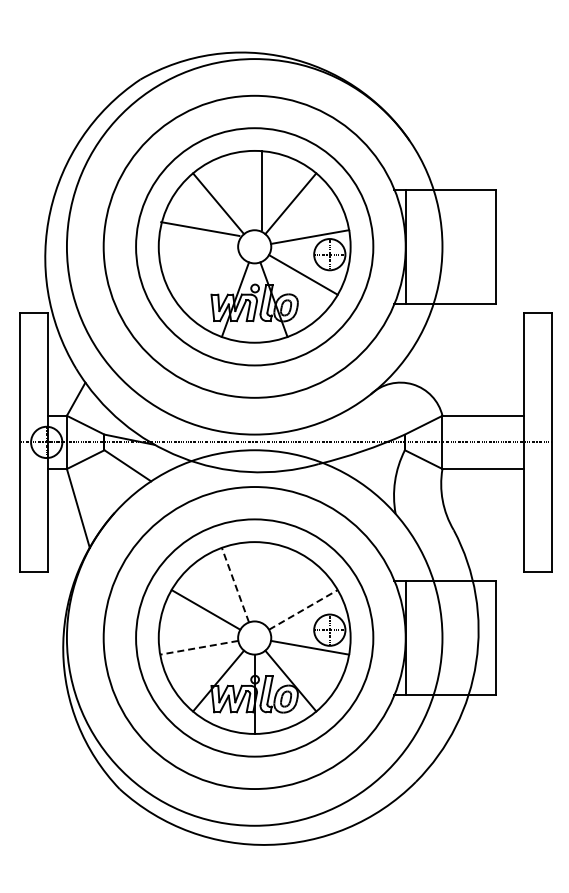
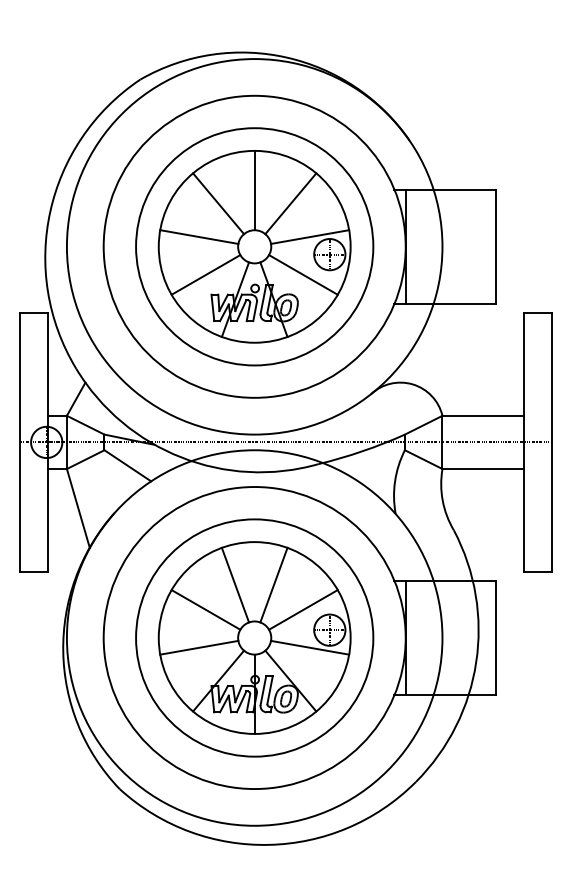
line at (261, 190) position: (261, 190) -> (254, 190)
line at (200, 228) position: (200, 228) -> (199, 236)
line at (205, 274): none -> present
line at (273, 584): none -> present
line at (235, 585): dashed -> solid
line at (303, 609): dashed -> solid
line at (199, 647): dashed -> solid
